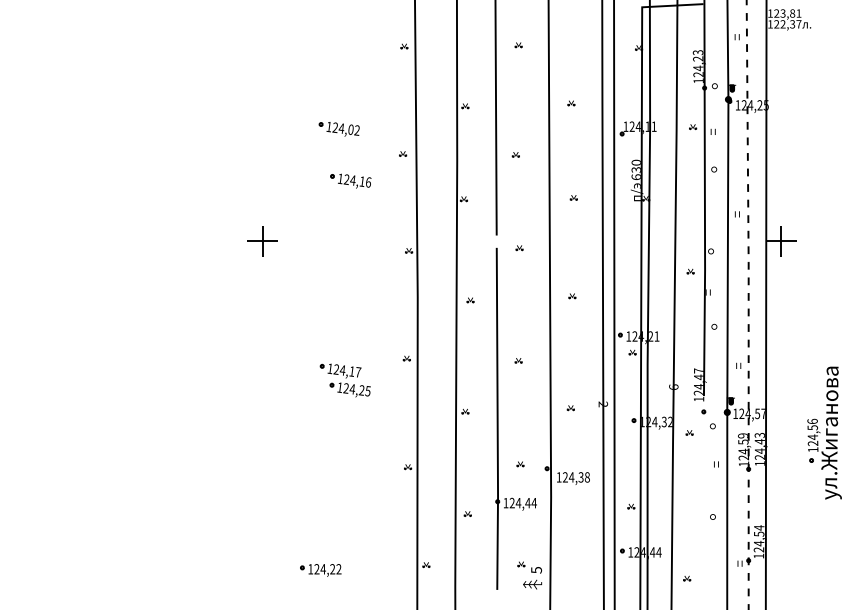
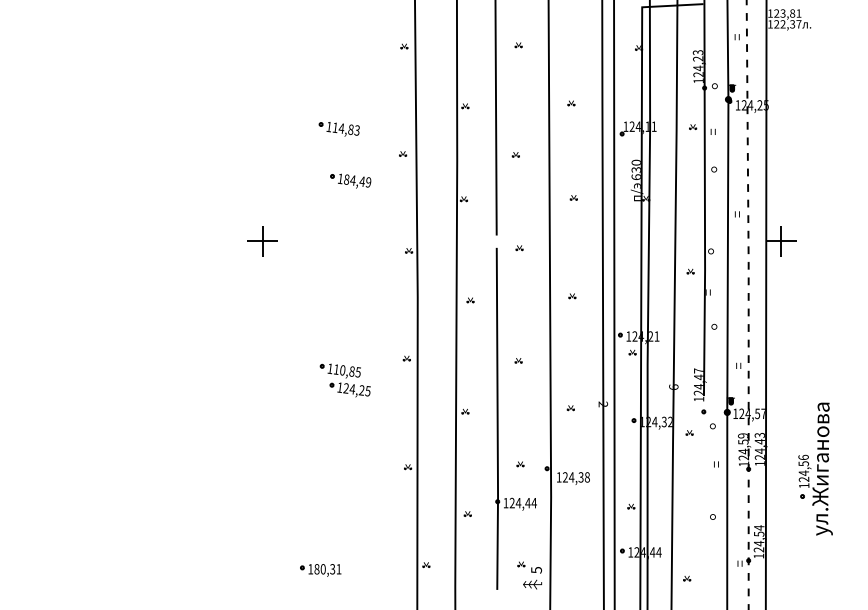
text at (345, 128): 124,02 -> 114,83
text at (357, 180): 124,16 -> 184,49
text at (347, 370): 124,17 -> 110,85
part at (824, 432) position: (824, 432) -> (815, 468)
text at (327, 569): 124,22 -> 180,31
